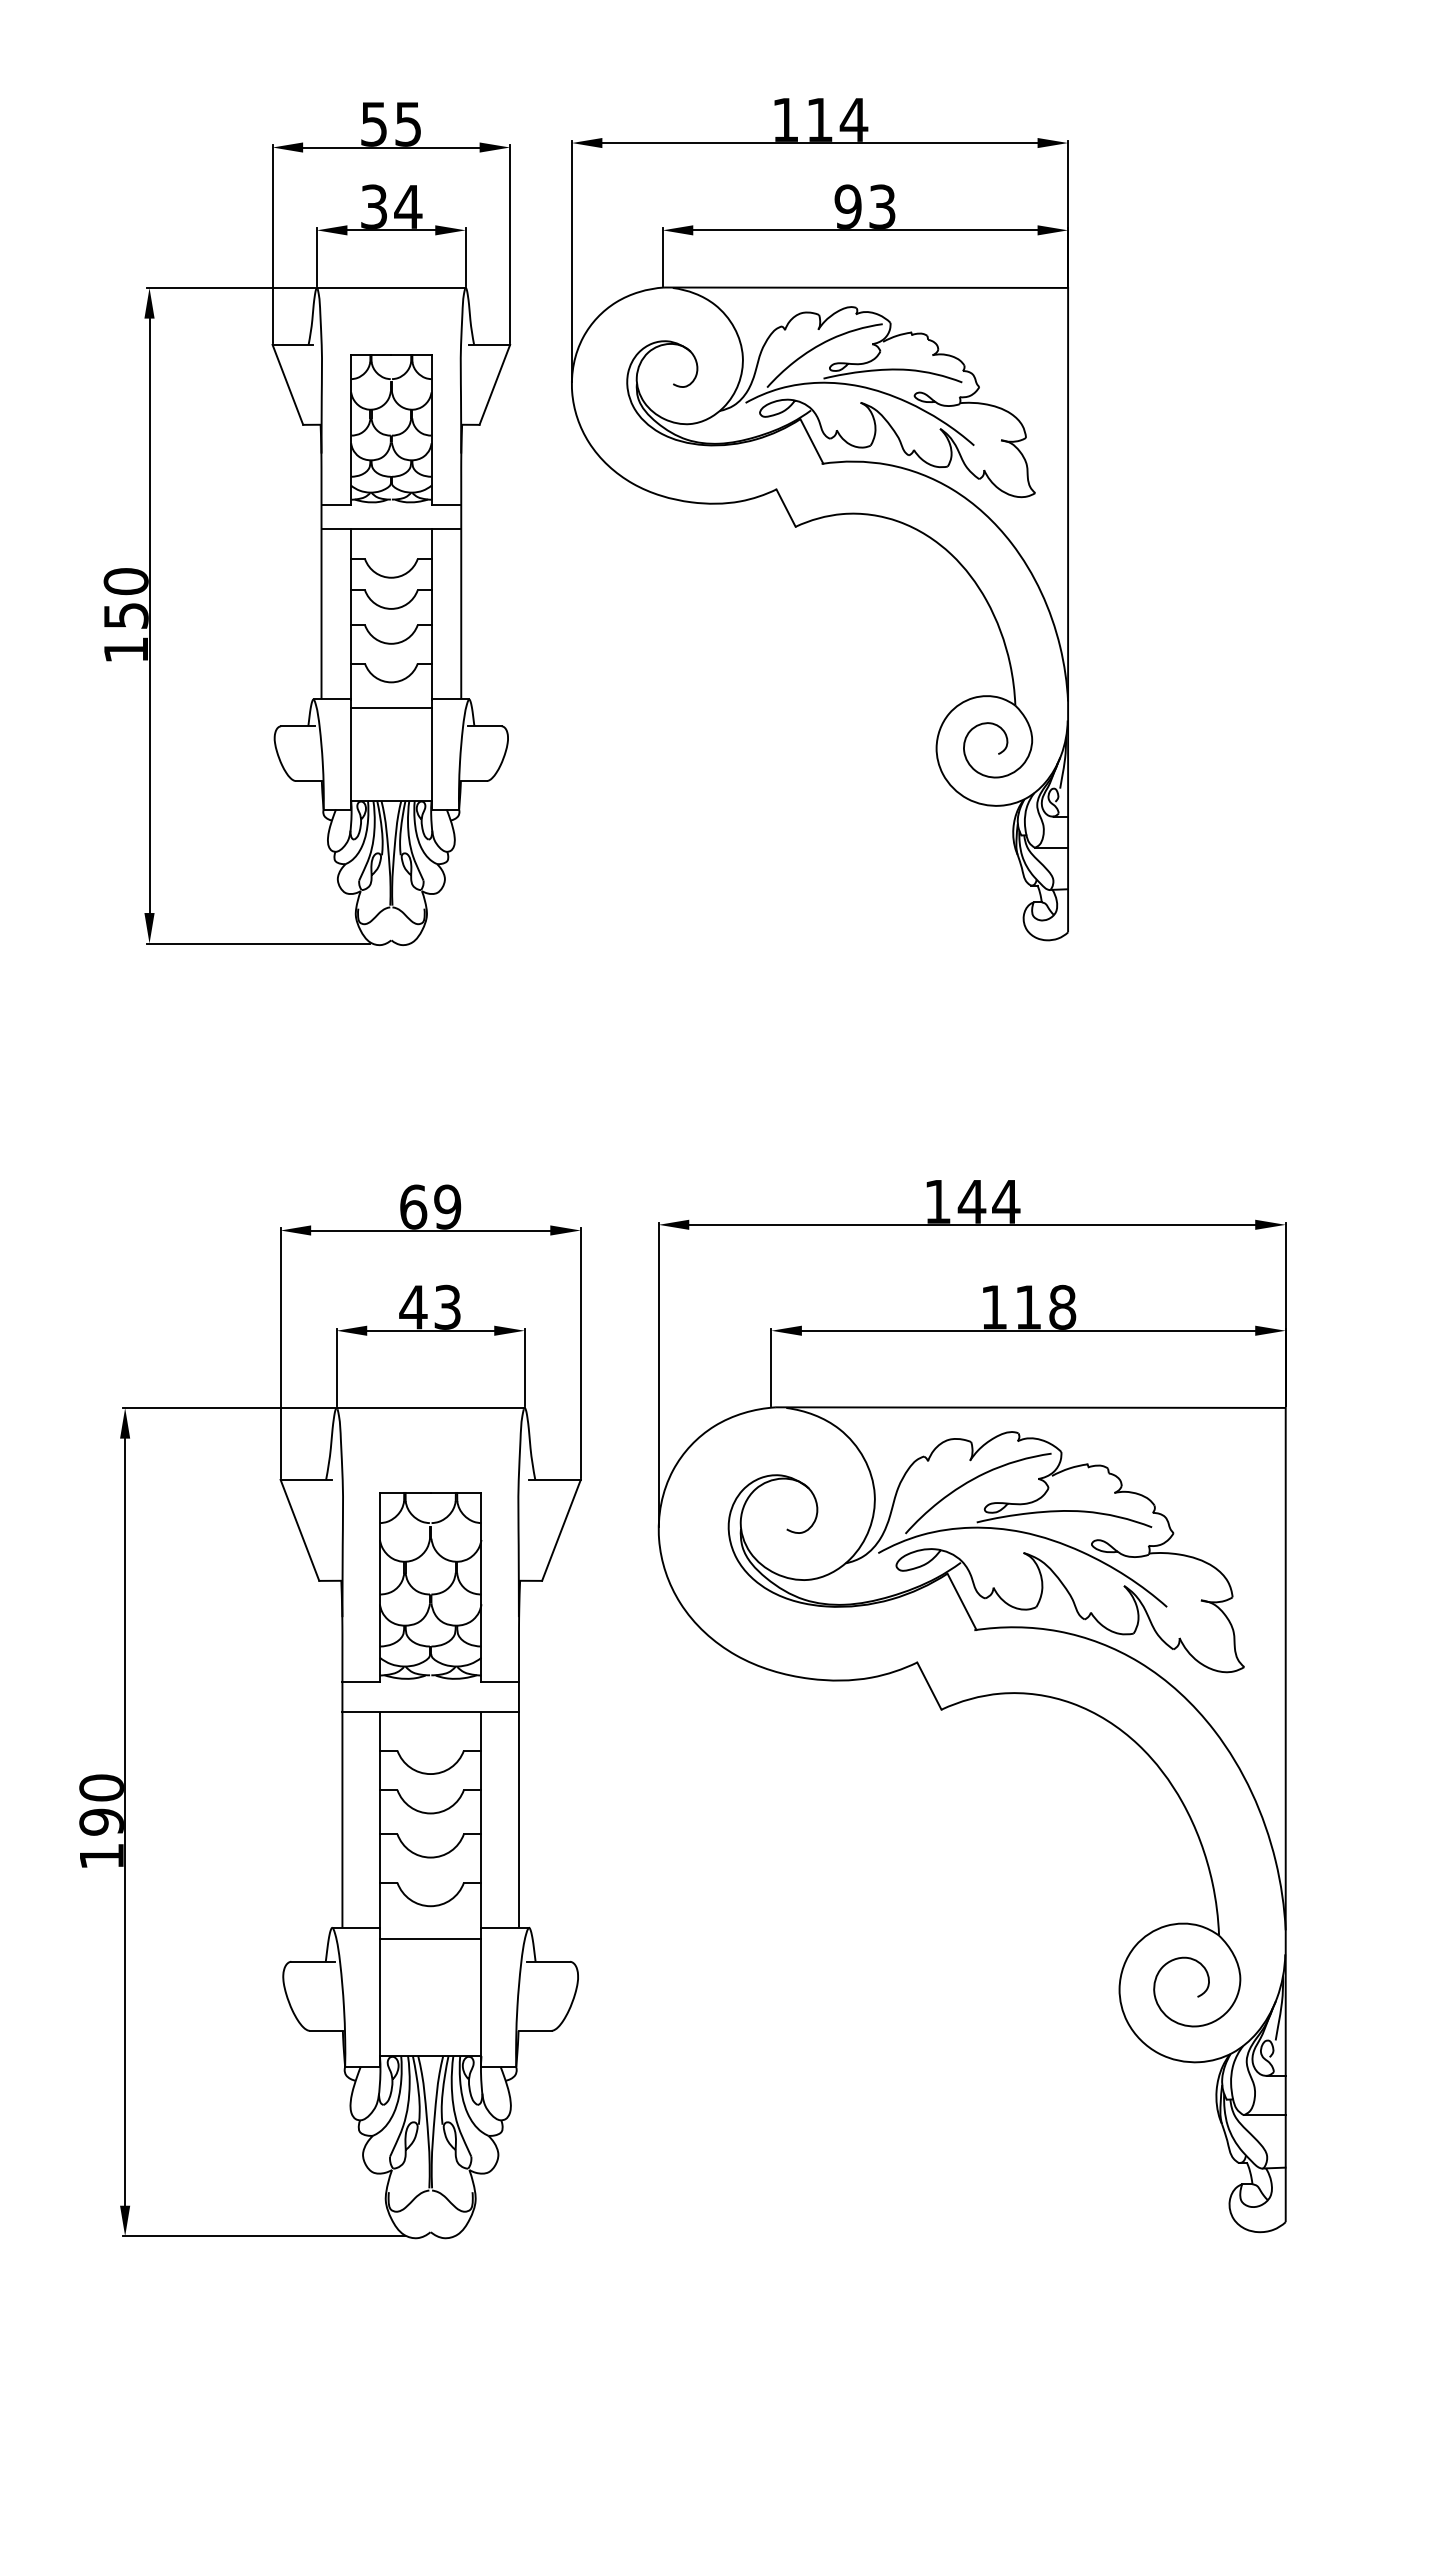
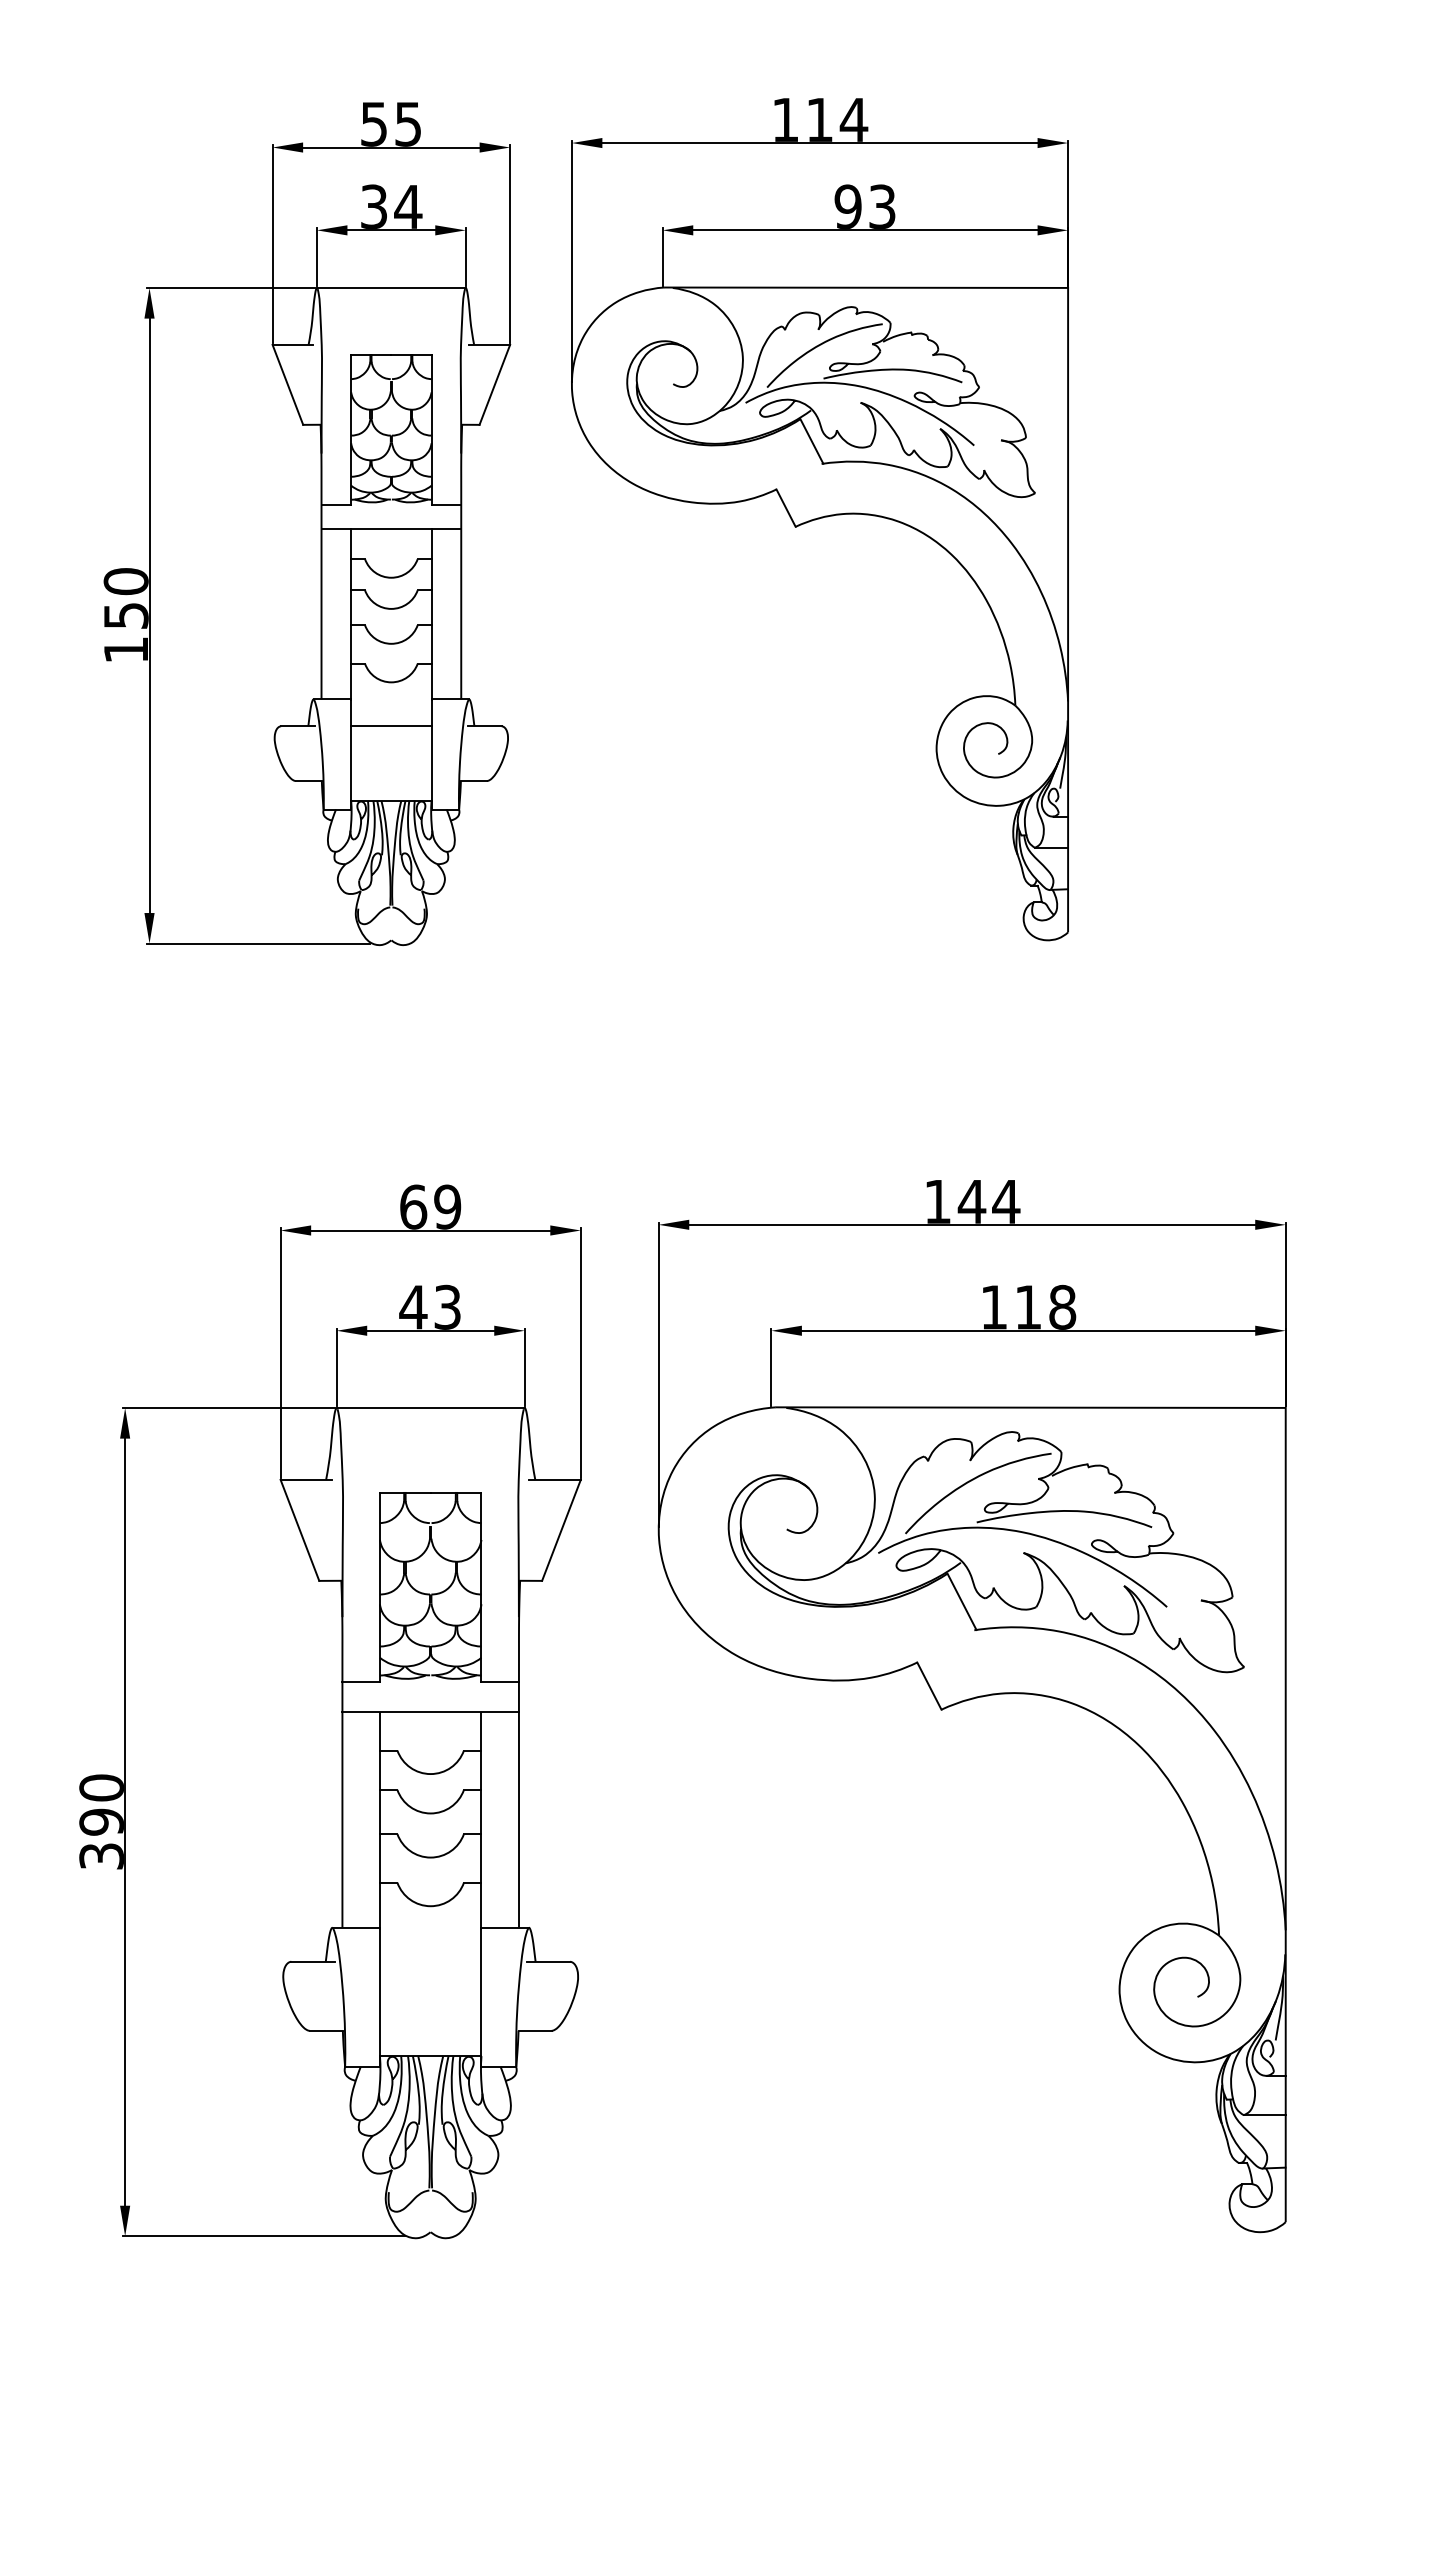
line at (391, 708) position: (391, 708) -> (391, 726)
text at (101, 1856): 190 -> 390
line at (430, 1939): present -> none
